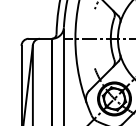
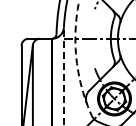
arc at (76, 59): solid -> dashed
line at (63, 77): solid -> dashed
